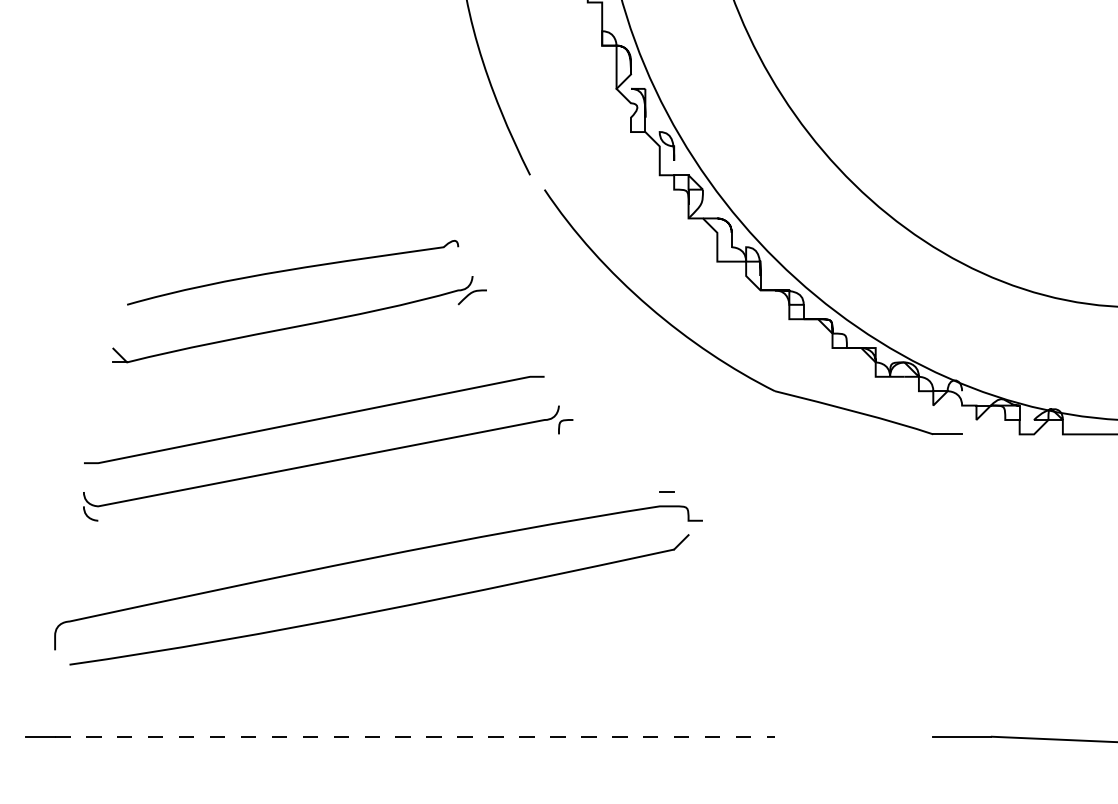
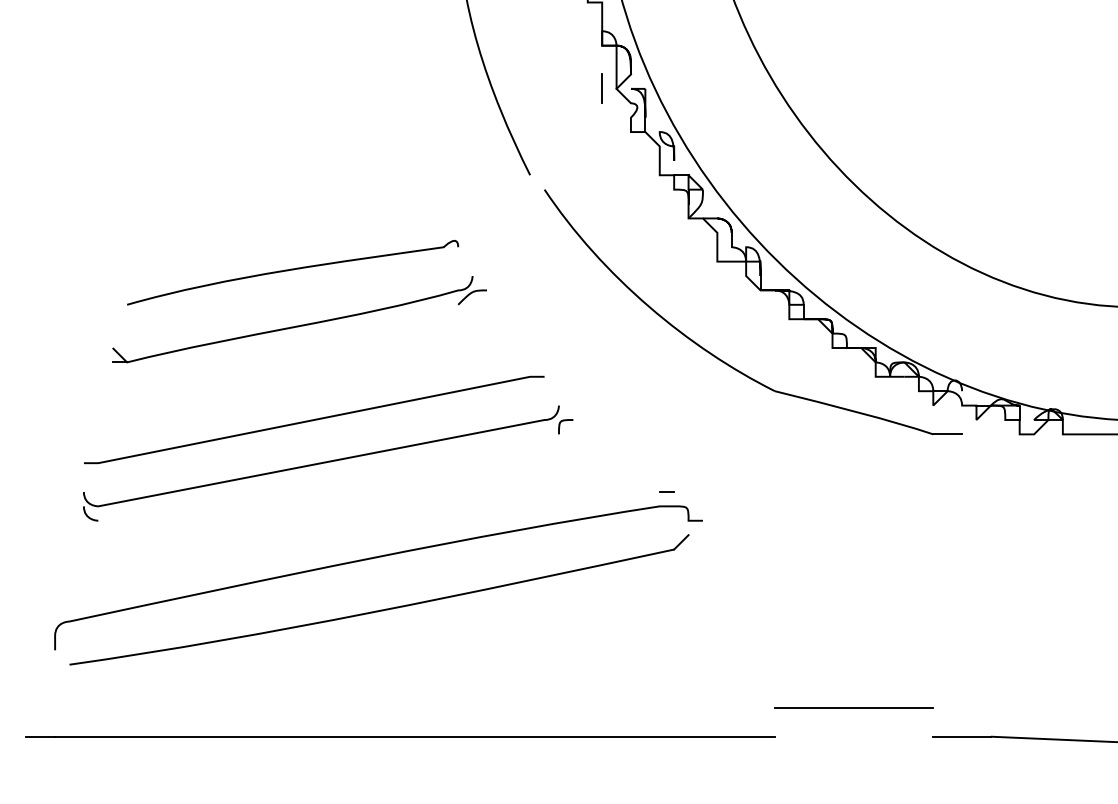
line at (602, 88): none -> present
line at (853, 707): none -> present
line at (415, 736): dashed -> solid
